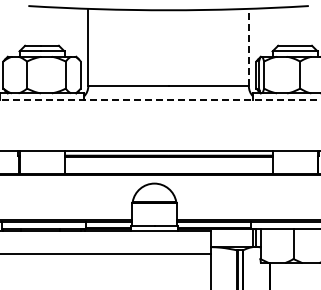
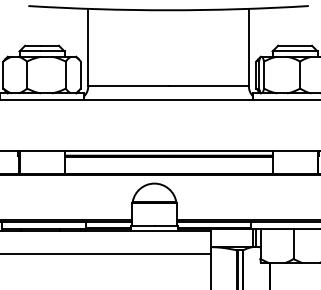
line at (248, 47): dashed -> solid
line at (160, 100): dashed -> solid
